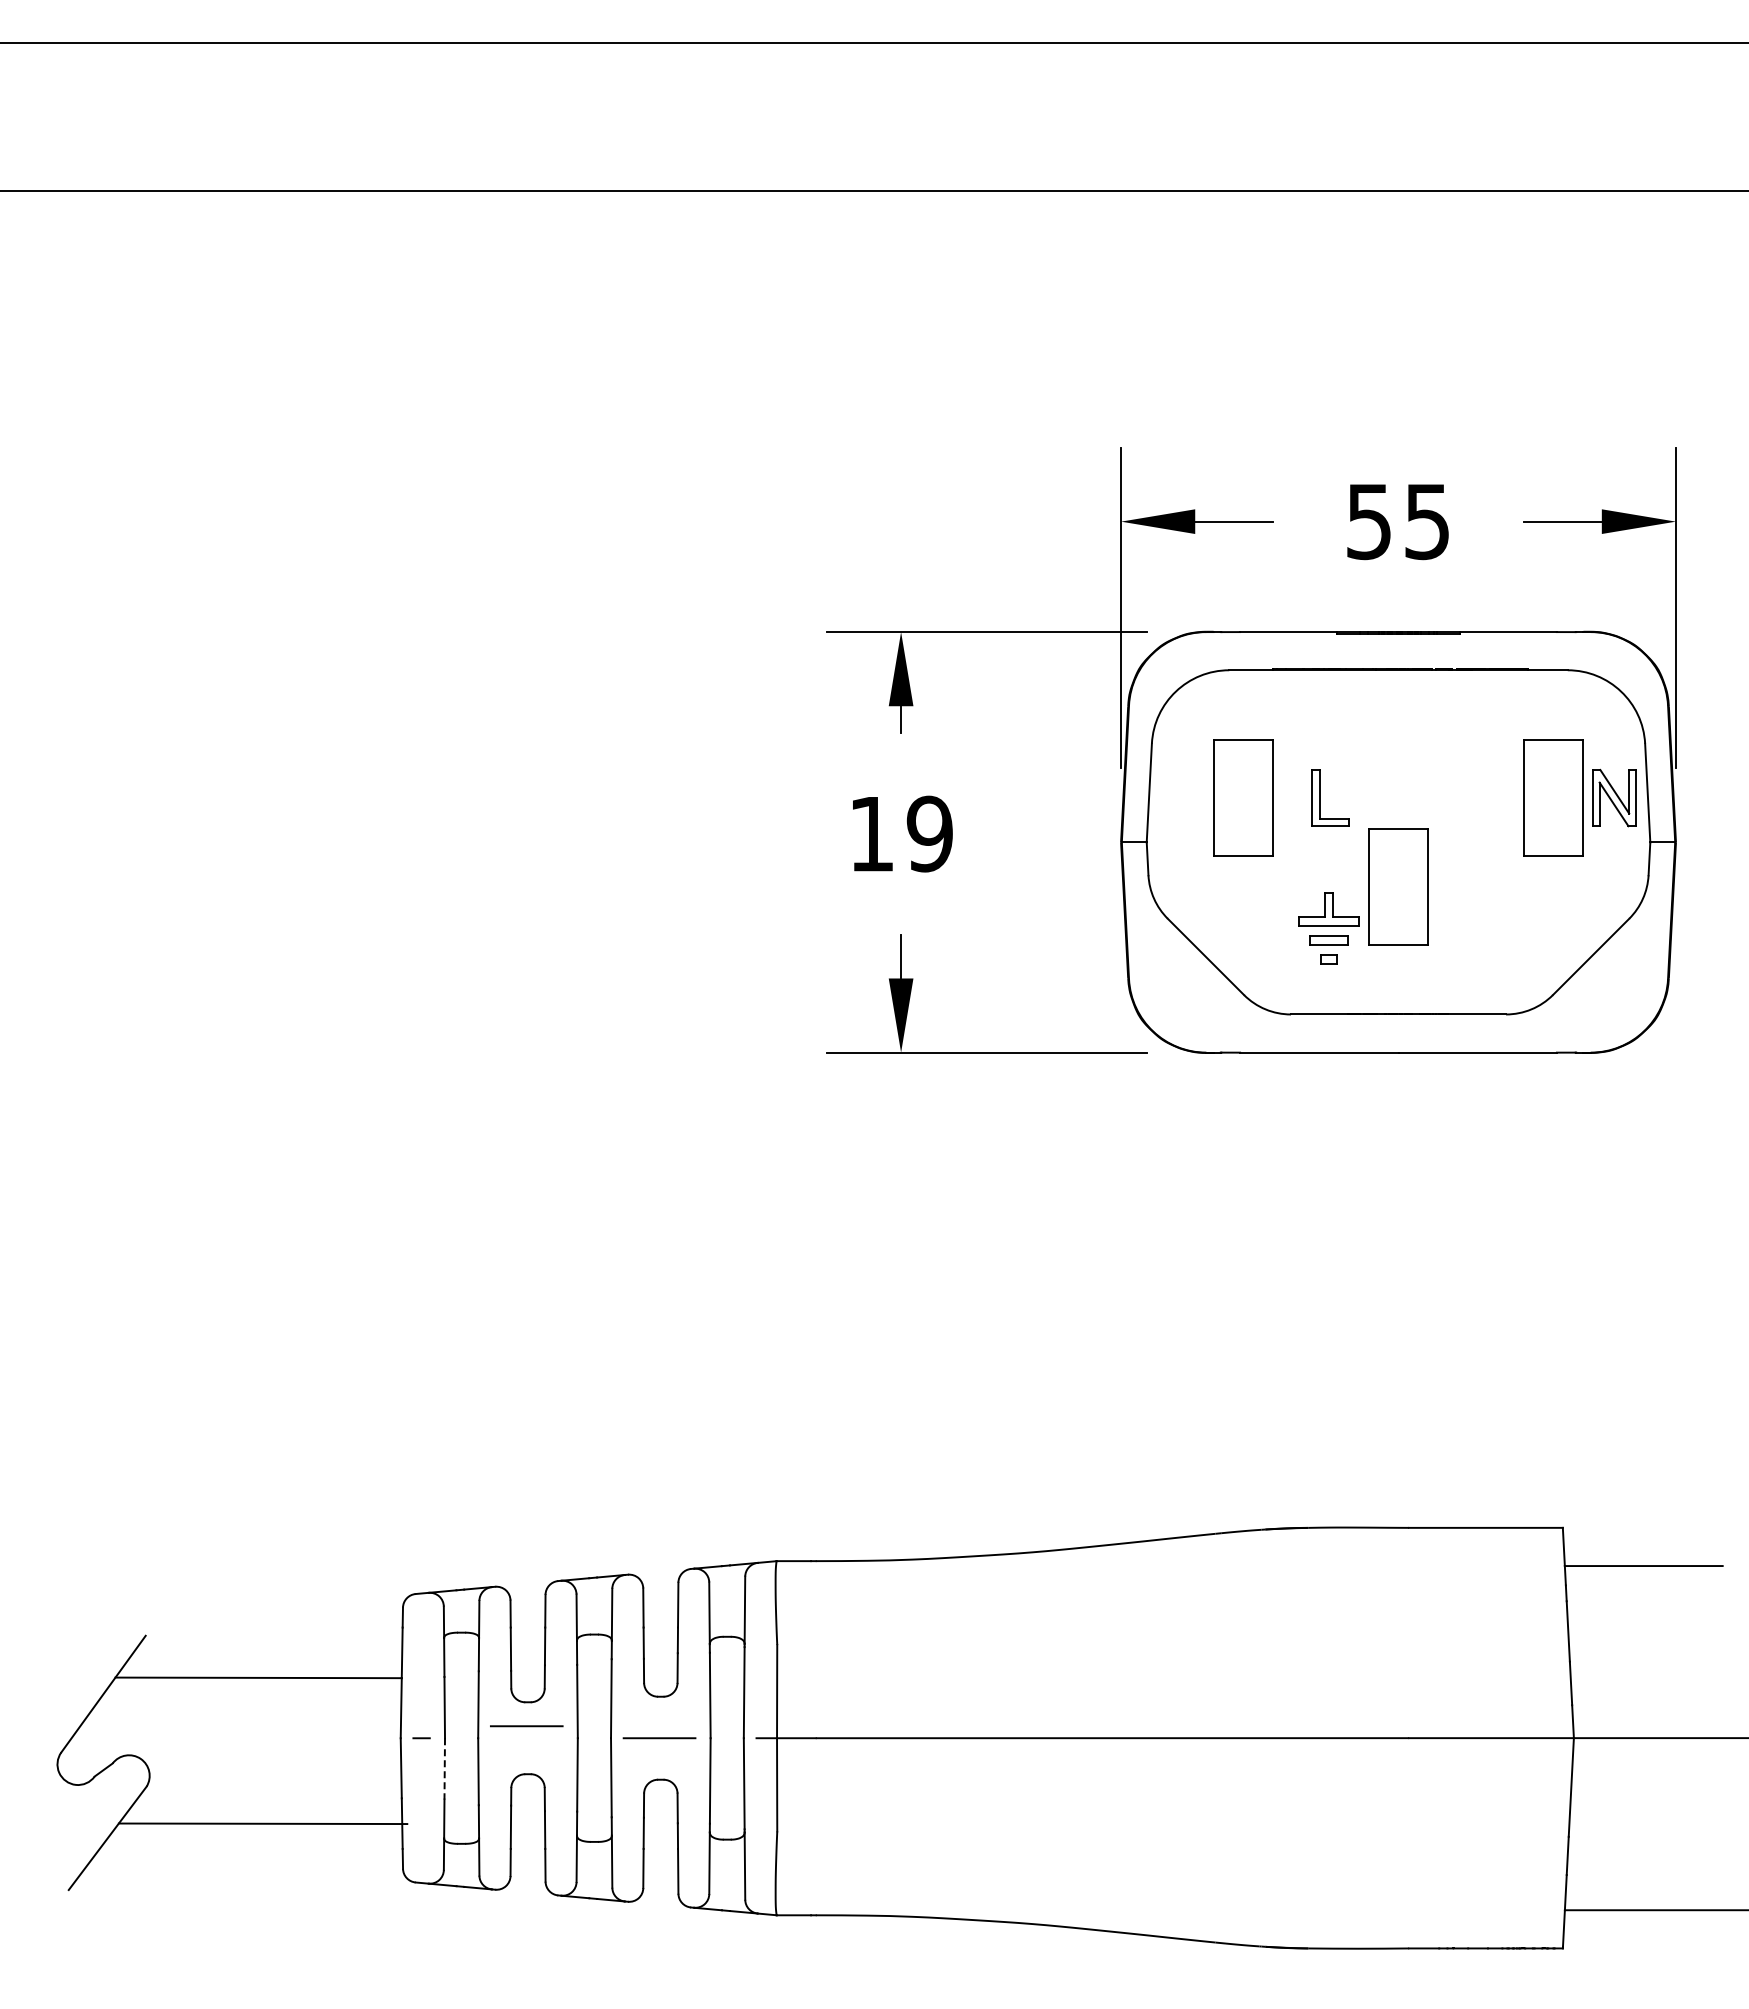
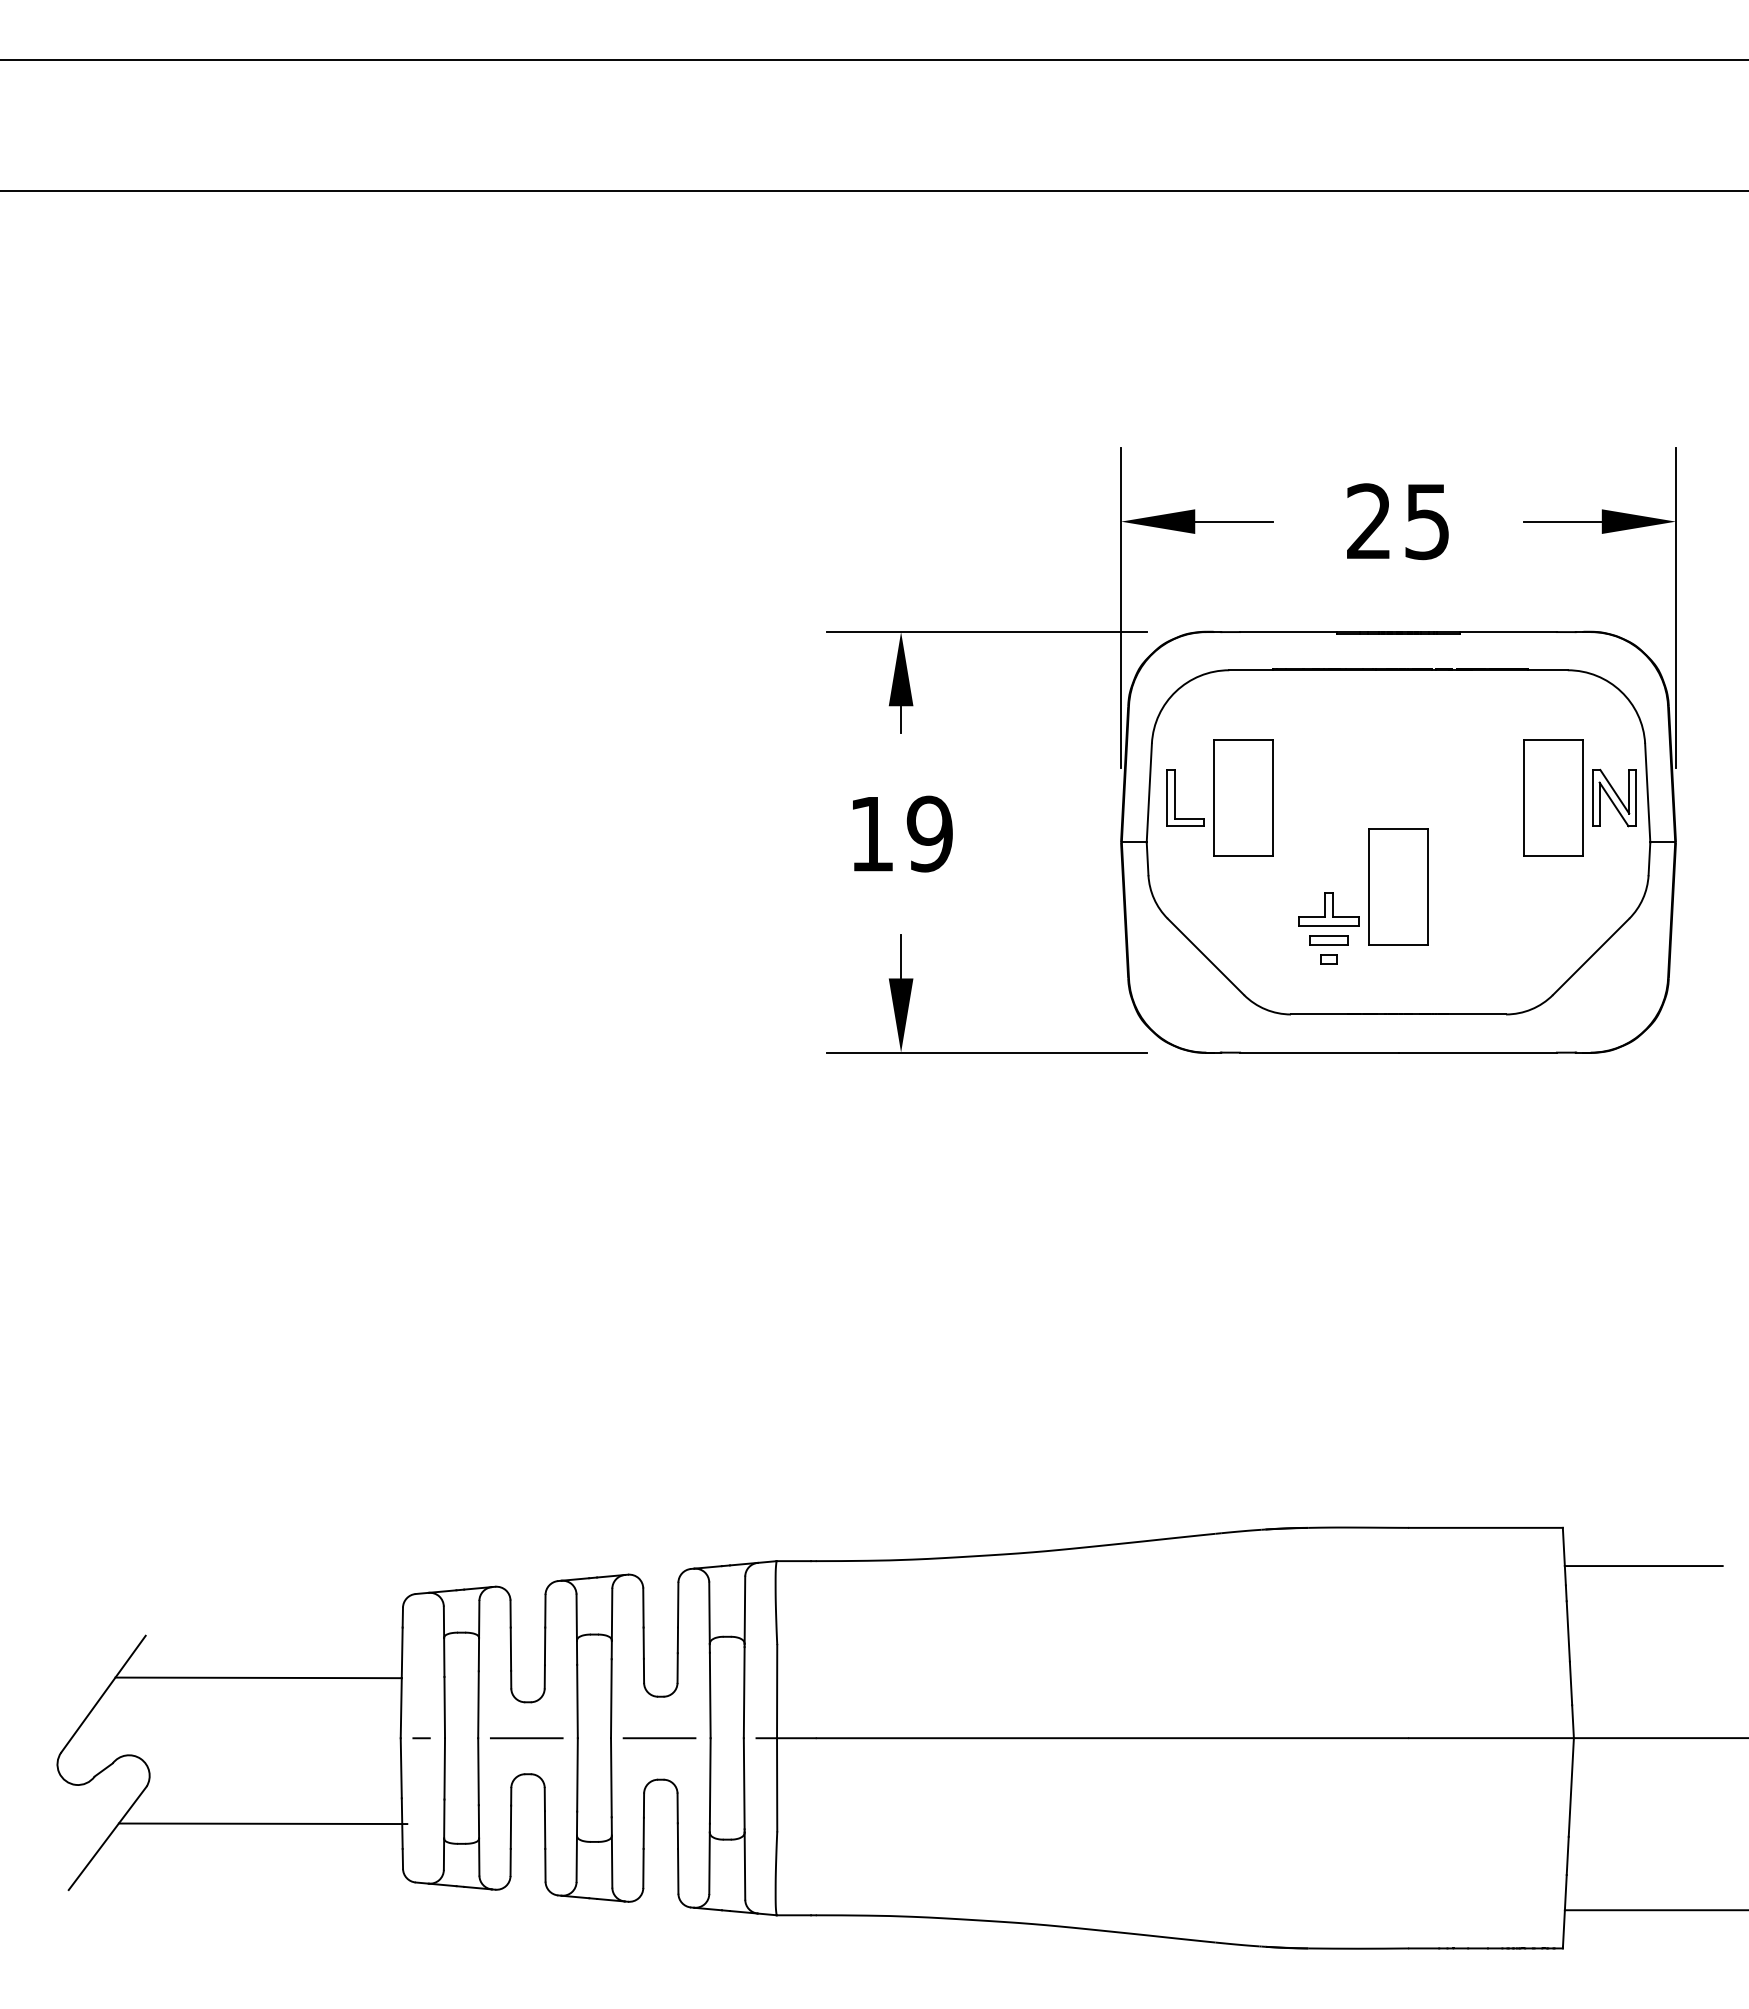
line at (873, 43) position: (873, 43) -> (873, 60)
text at (1368, 521): 55 -> 25
part at (1320, 797) position: (1320, 797) -> (1175, 797)
line at (526, 1726) position: (526, 1726) -> (526, 1738)
line at (444, 1768): dashed -> solid
